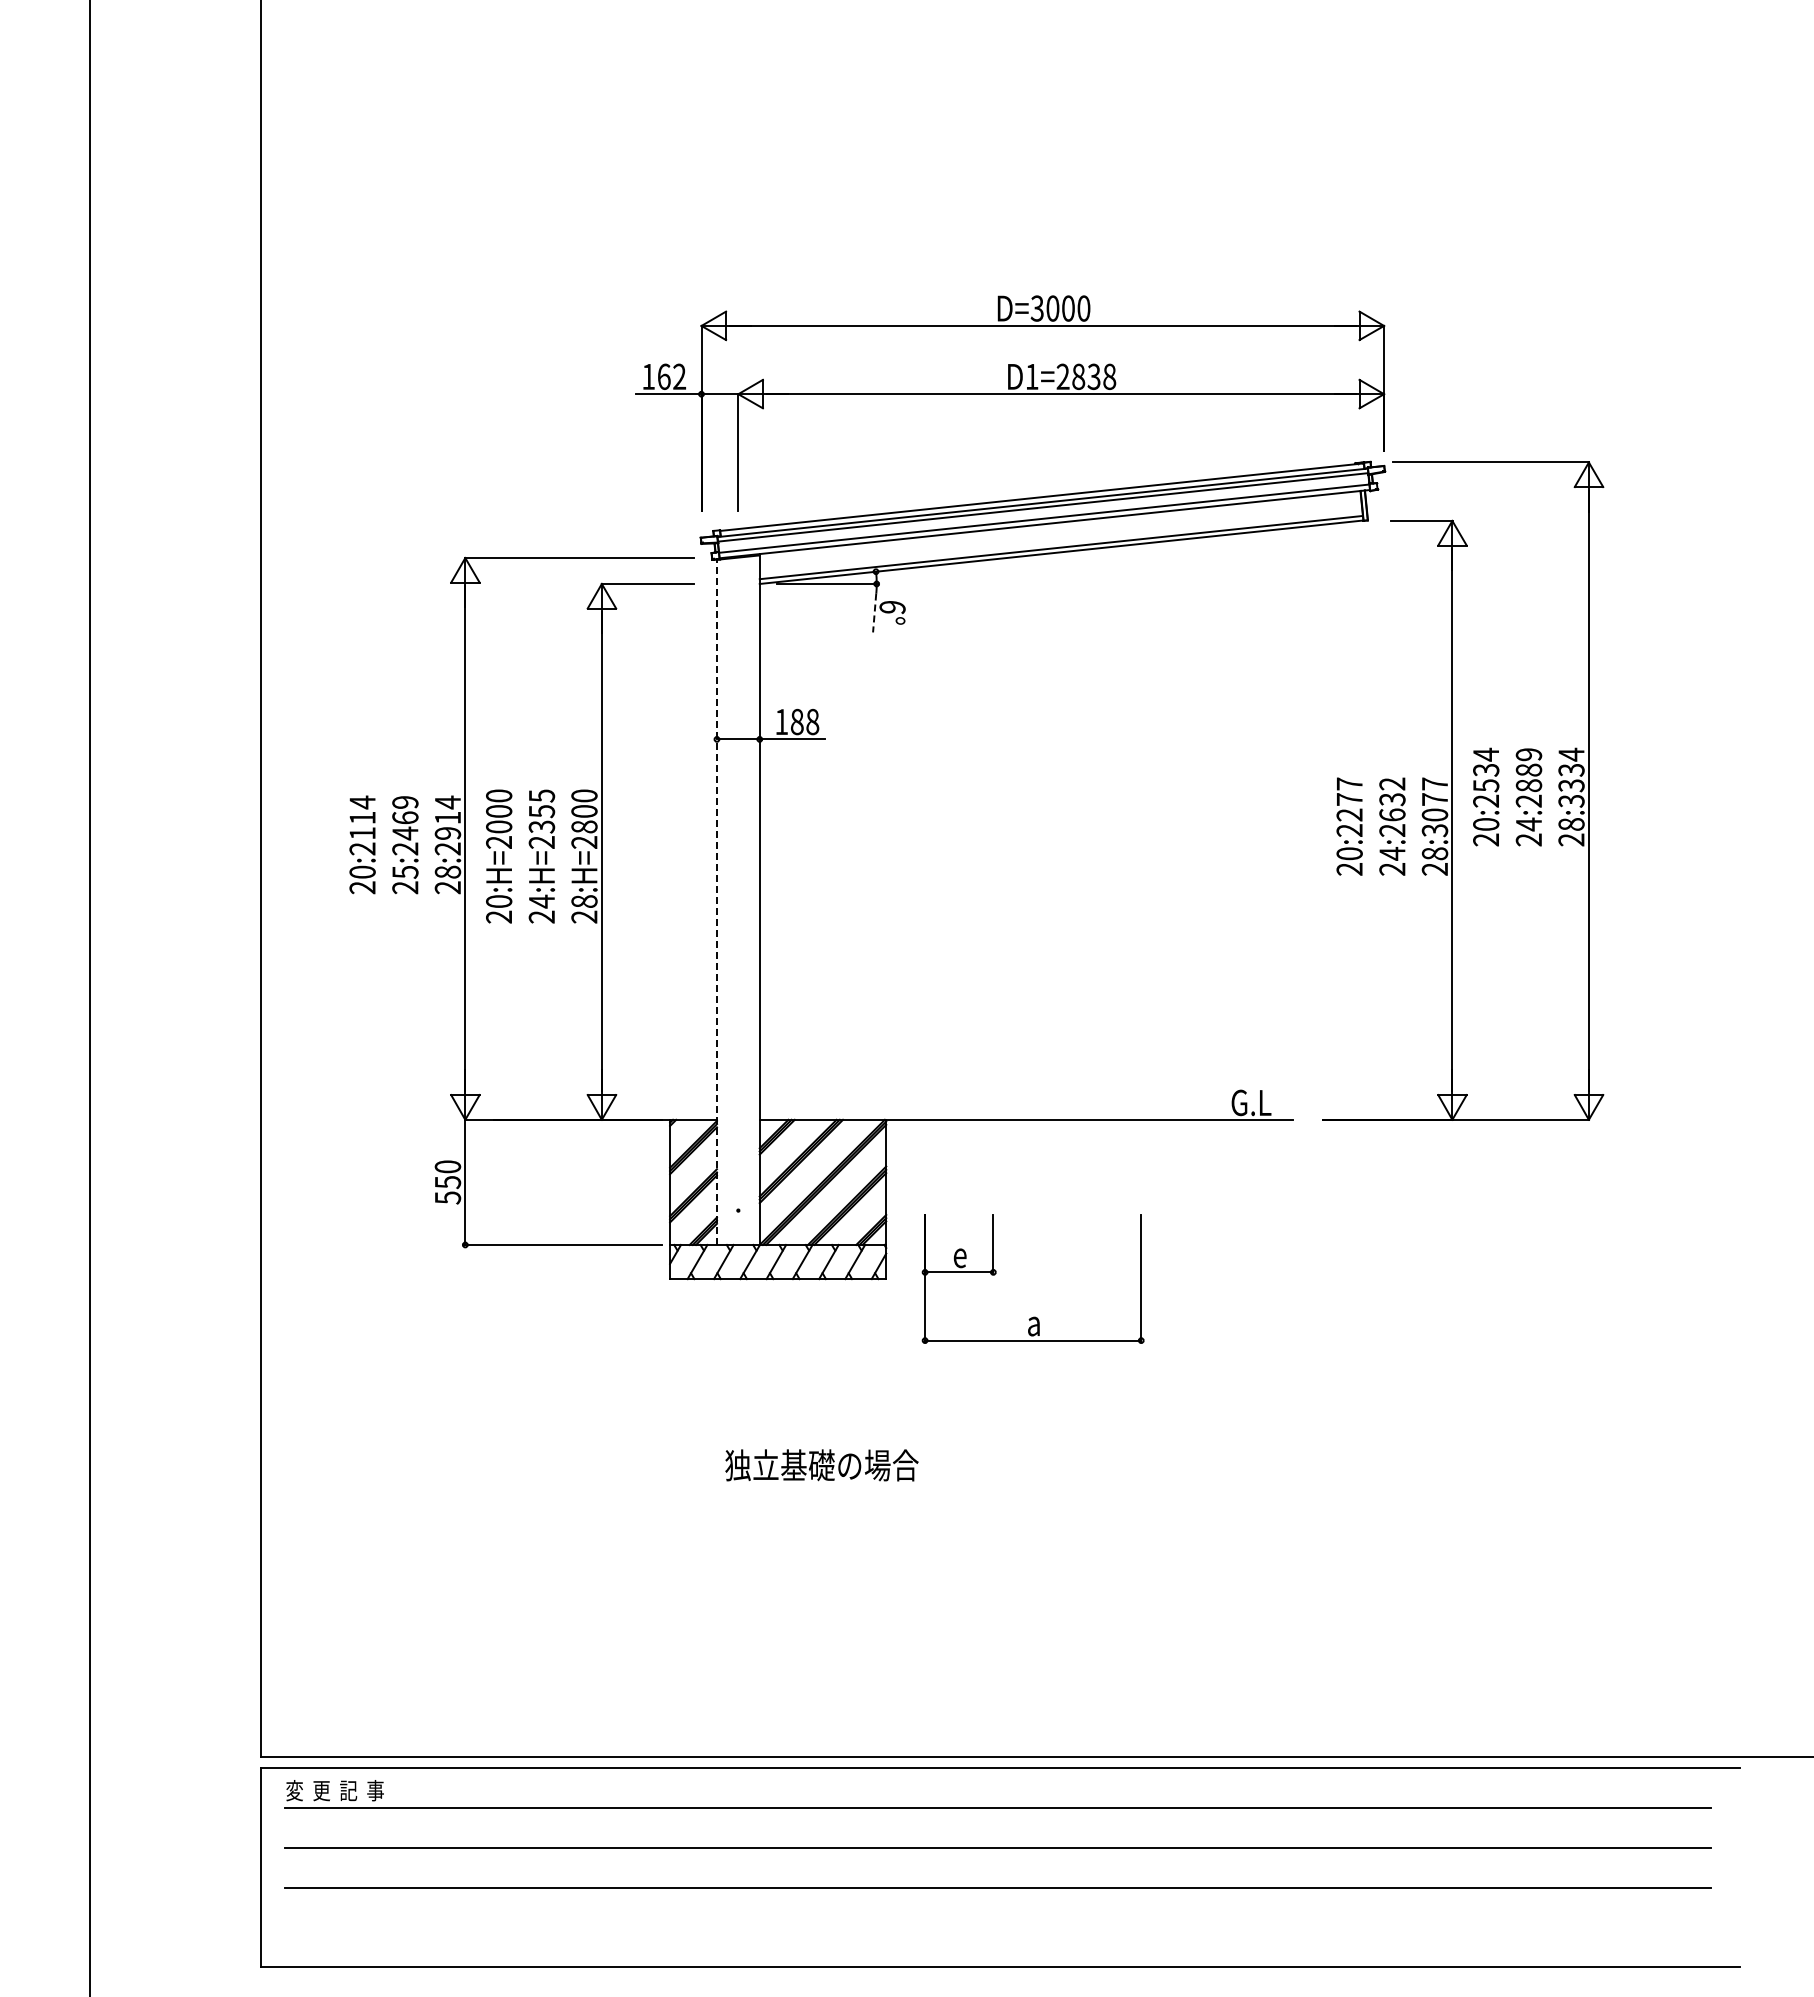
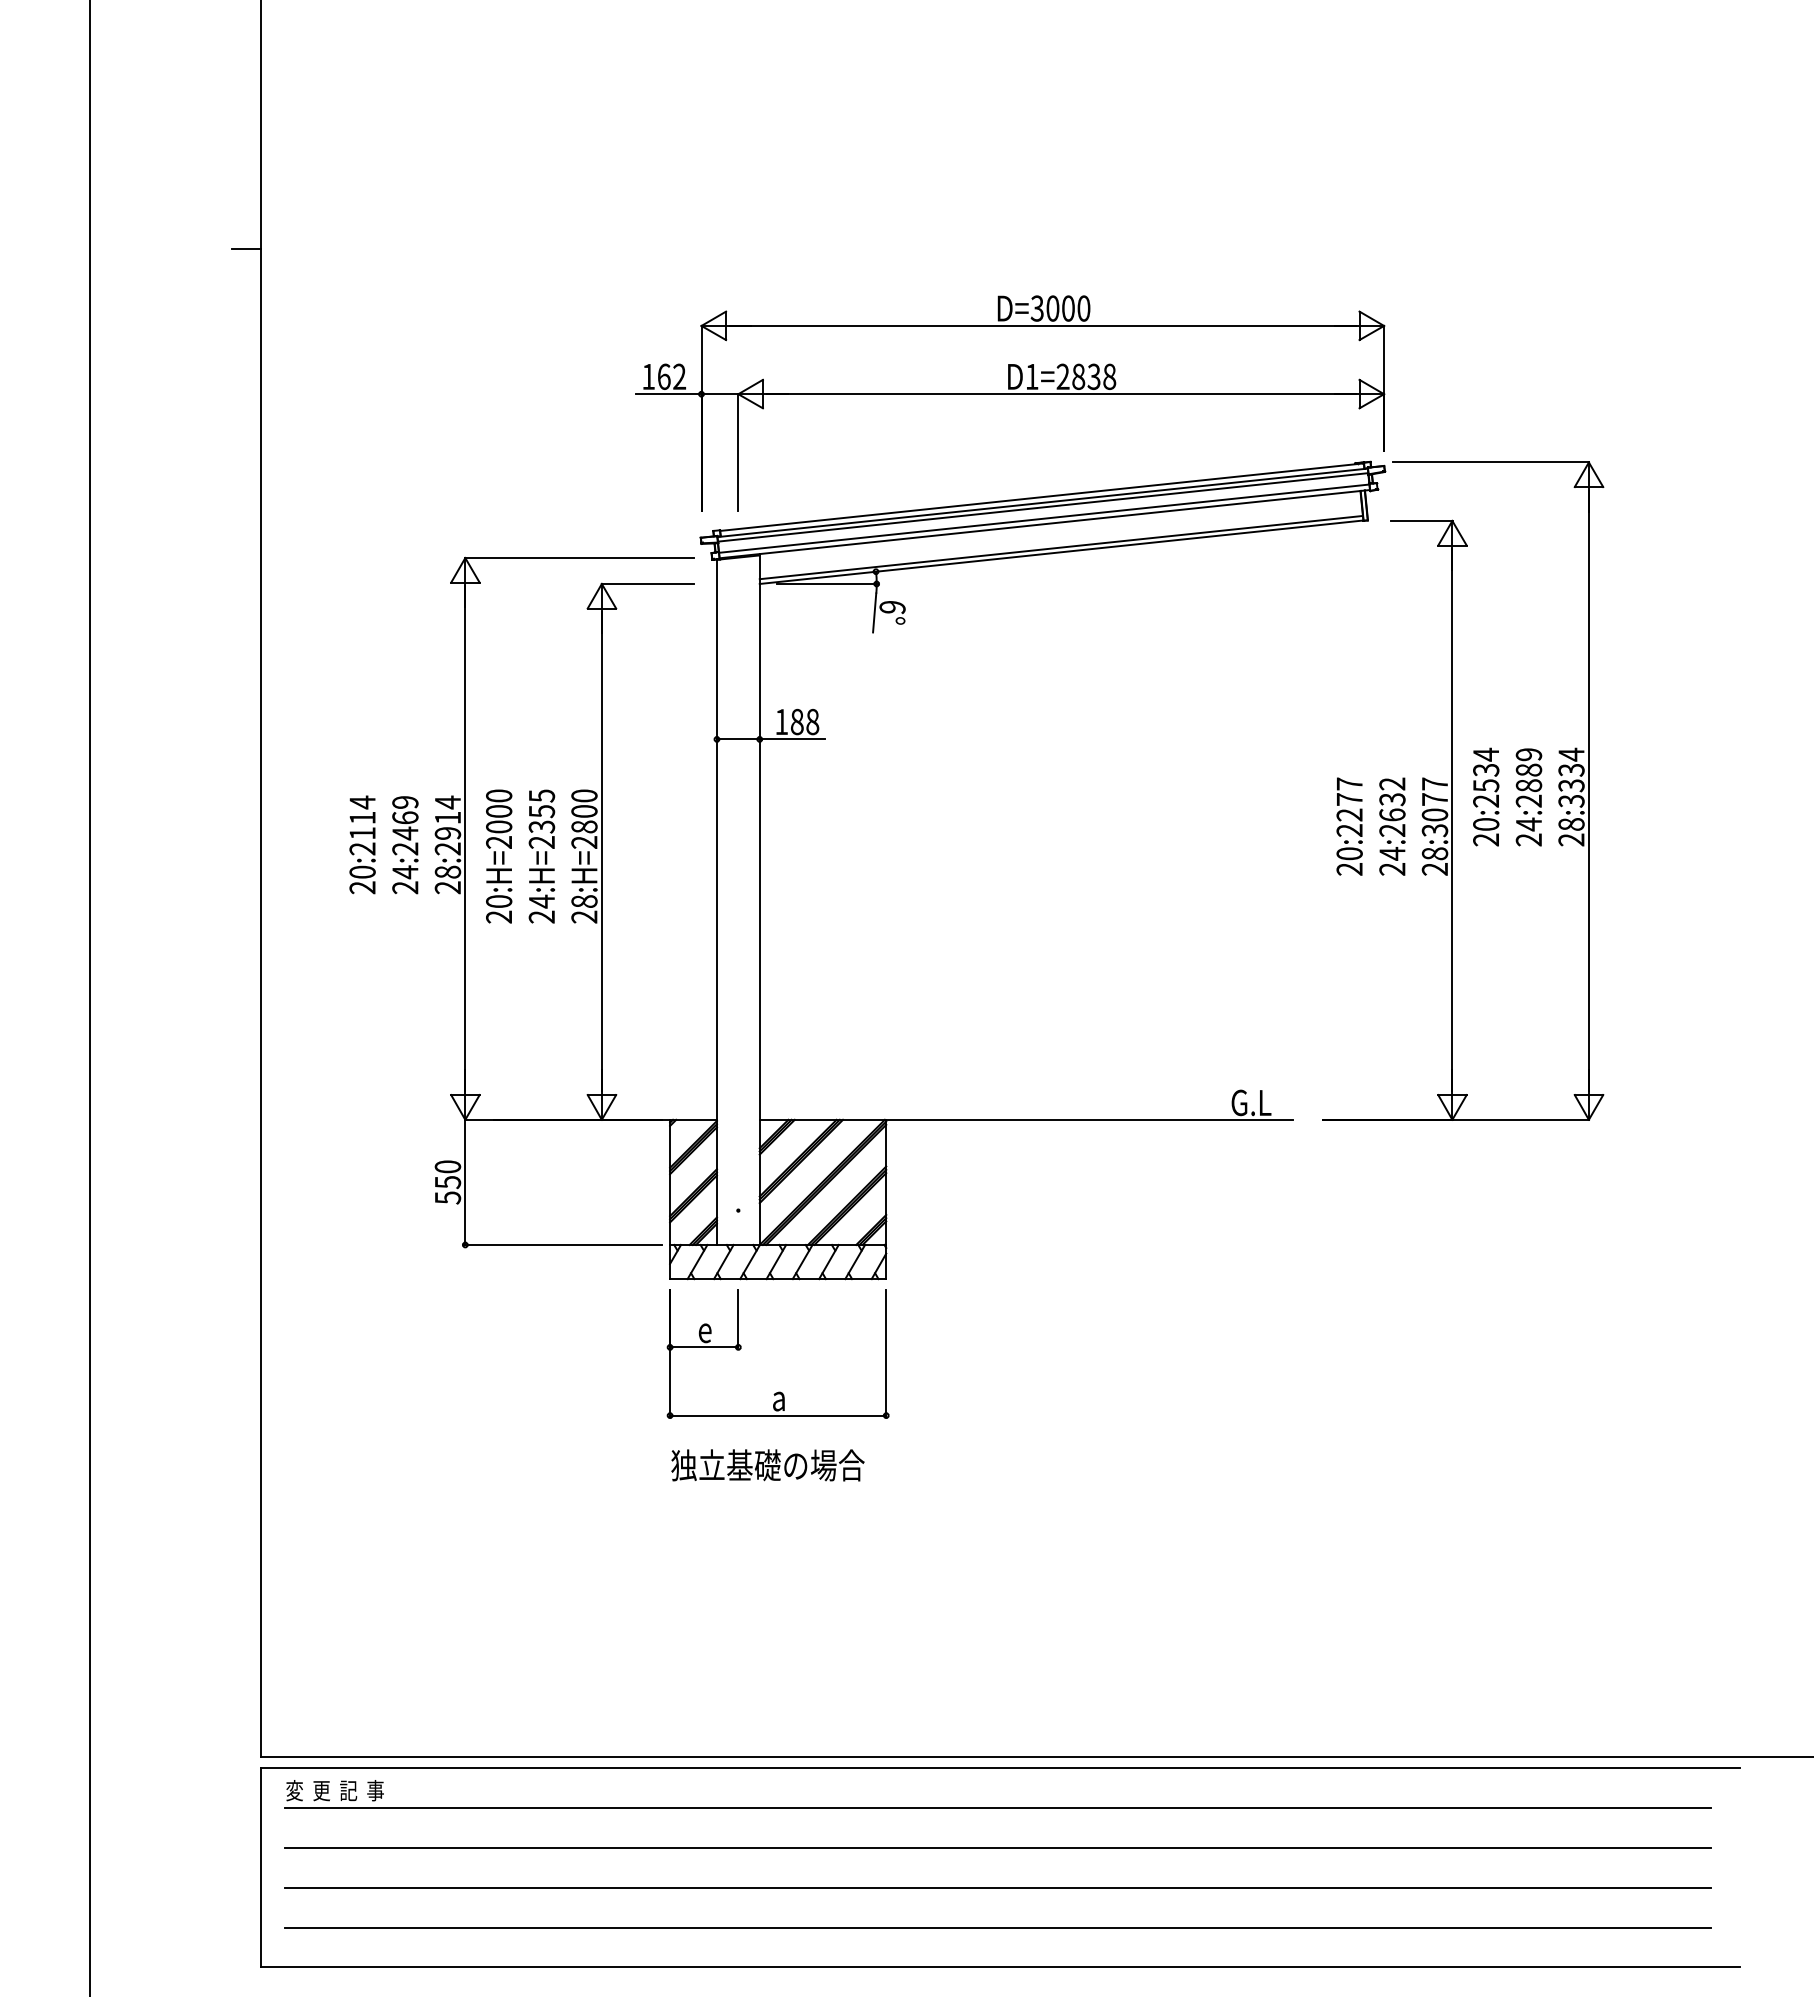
line at (246, 249): none -> present
line at (874, 612): dashed -> solid
text at (405, 872): 25:2469 -> 24:2469
line at (716, 901): dashed -> solid
part at (996, 1273) position: (996, 1273) -> (741, 1348)
text at (821, 1465) position: (821, 1465) -> (767, 1465)
line at (997, 1927): none -> present
